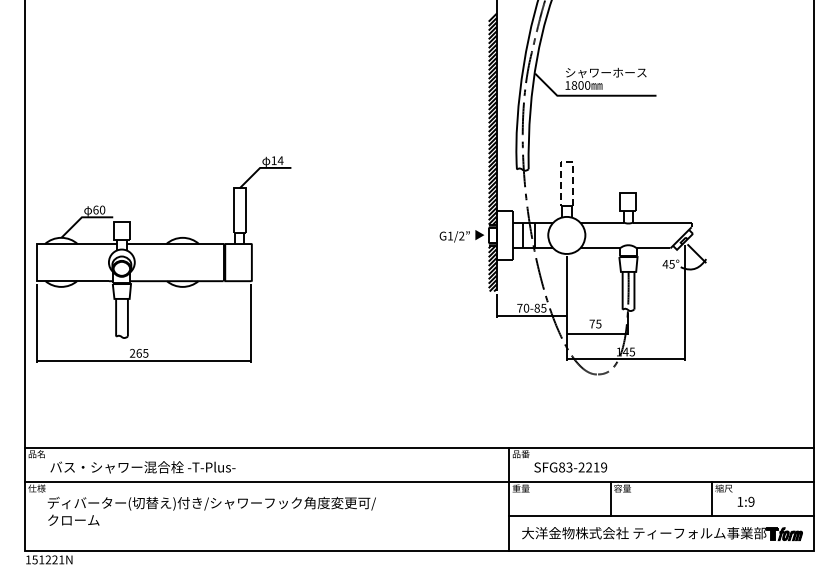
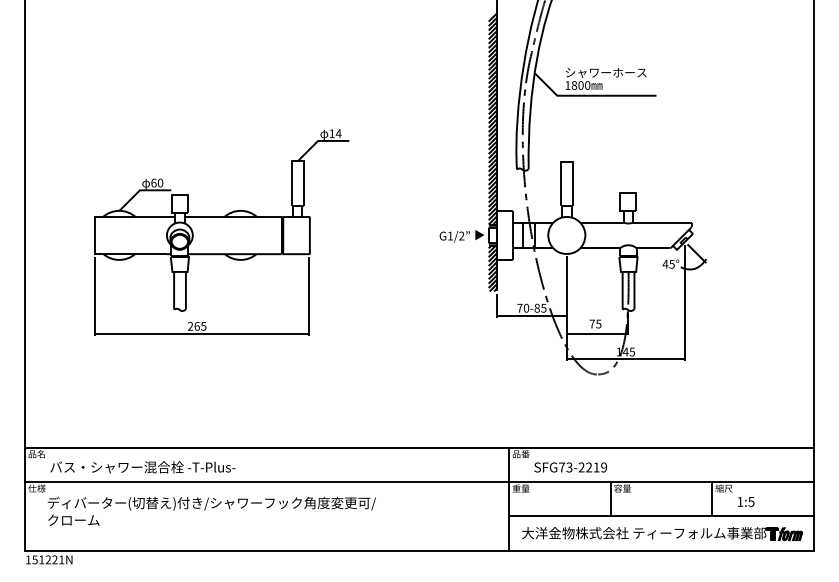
line at (566, 162): dashed -> solid
part at (163, 259) position: (163, 259) -> (221, 232)
text at (562, 467): SFG83-2219 -> SFG73-2219
text at (751, 501): 1:9 -> 1:5
